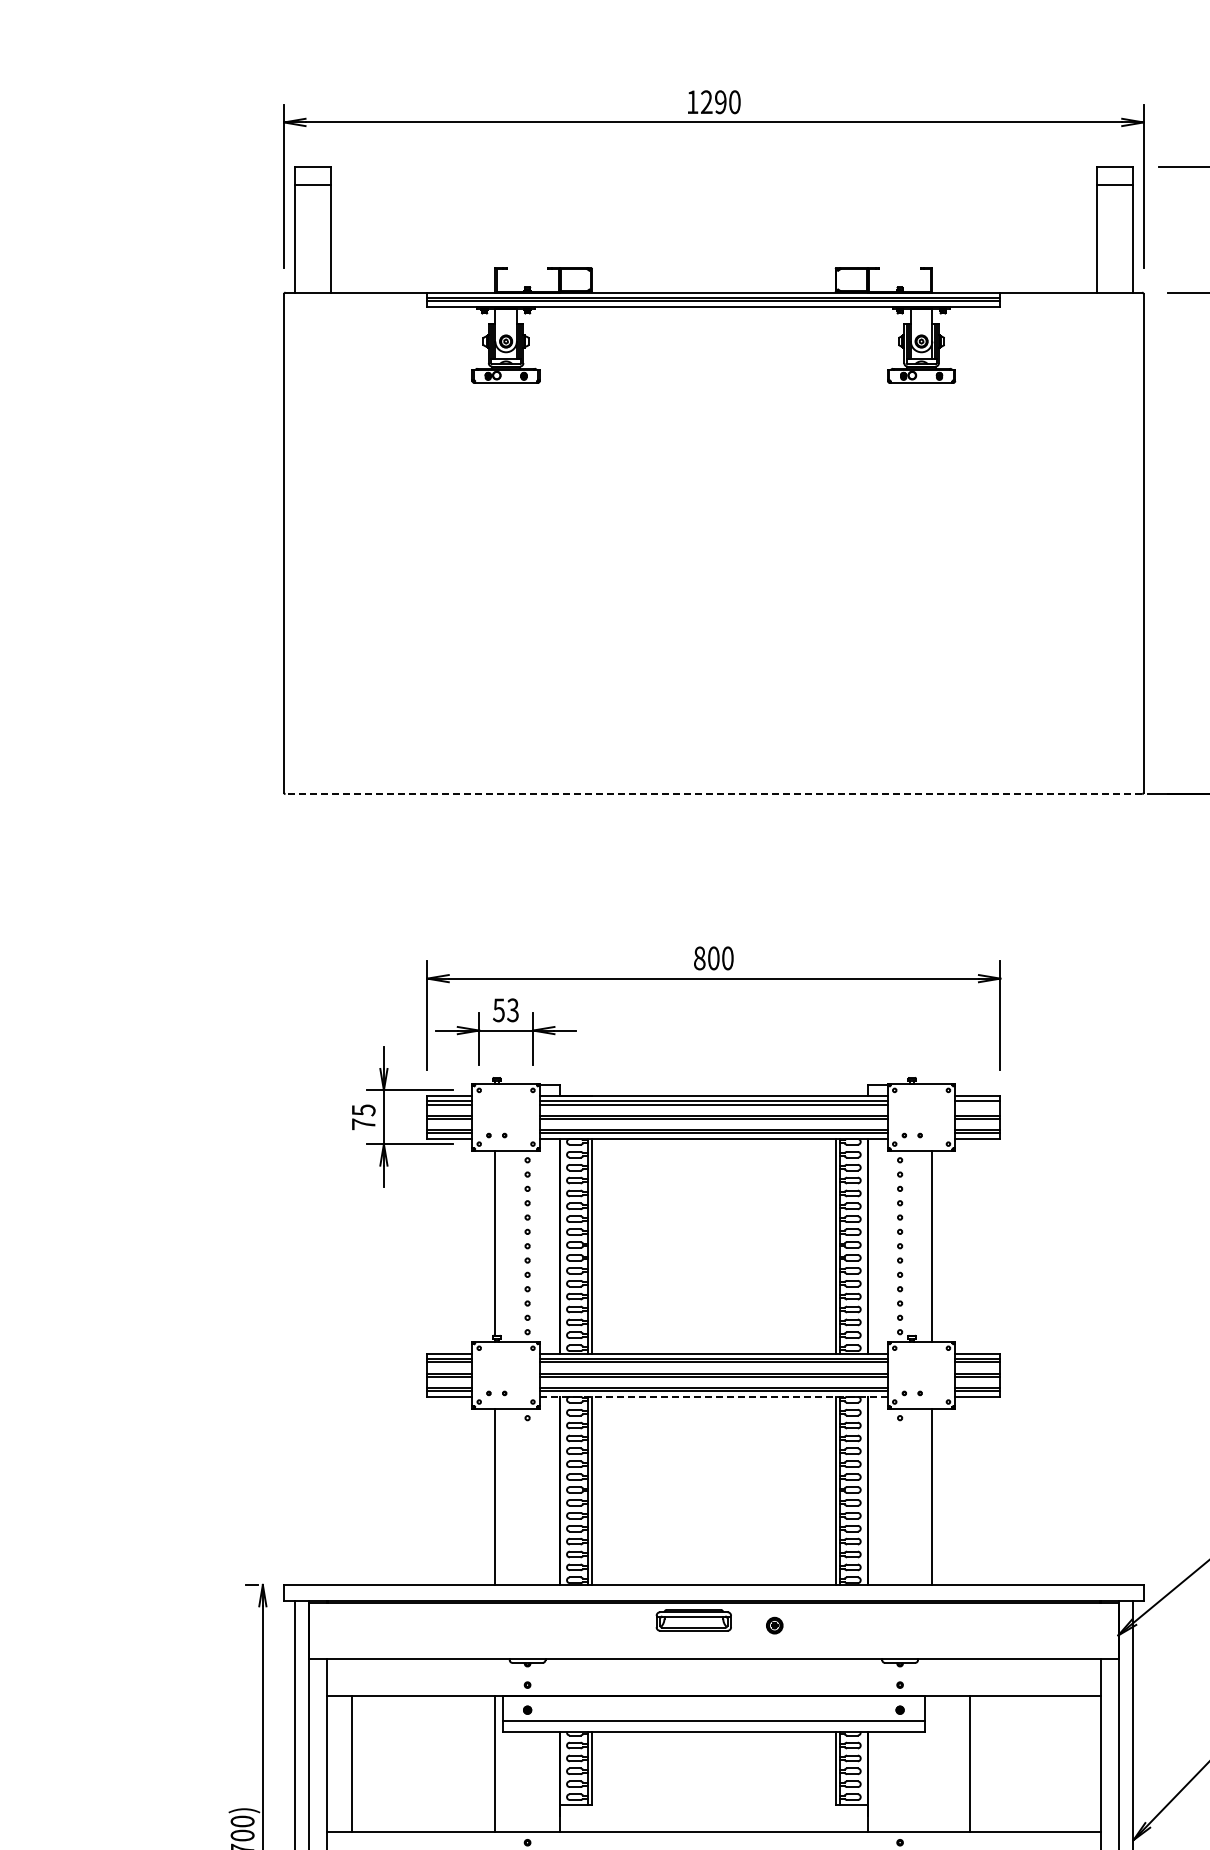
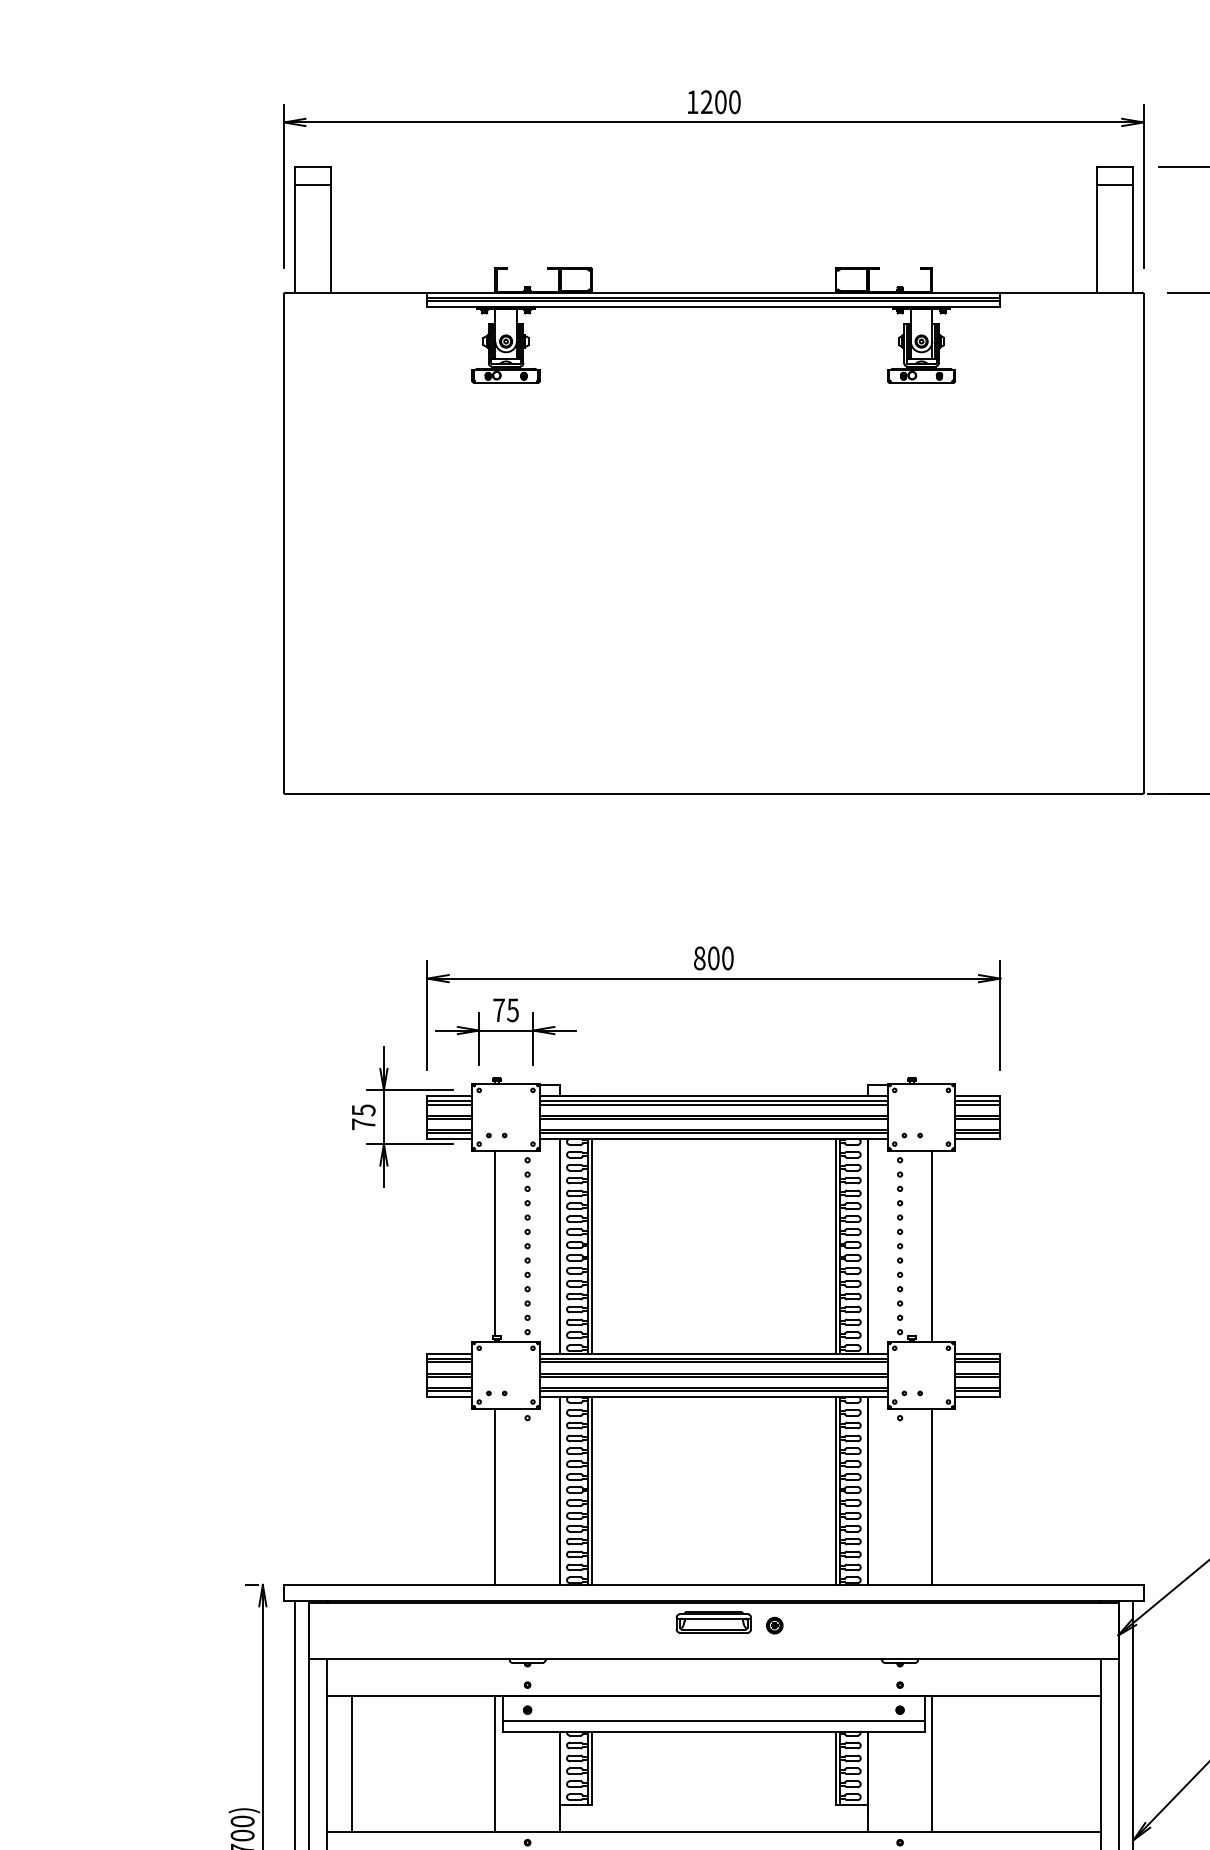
text at (720, 102): 1290 -> 1200
line at (713, 794): dashed -> solid
text at (505, 1010): 53 -> 75
line at (977, 1104): none -> present
line at (714, 1396): dashed -> solid
part at (693, 1620) position: (693, 1620) -> (713, 1622)
line at (970, 1763) position: (970, 1763) -> (932, 1763)
